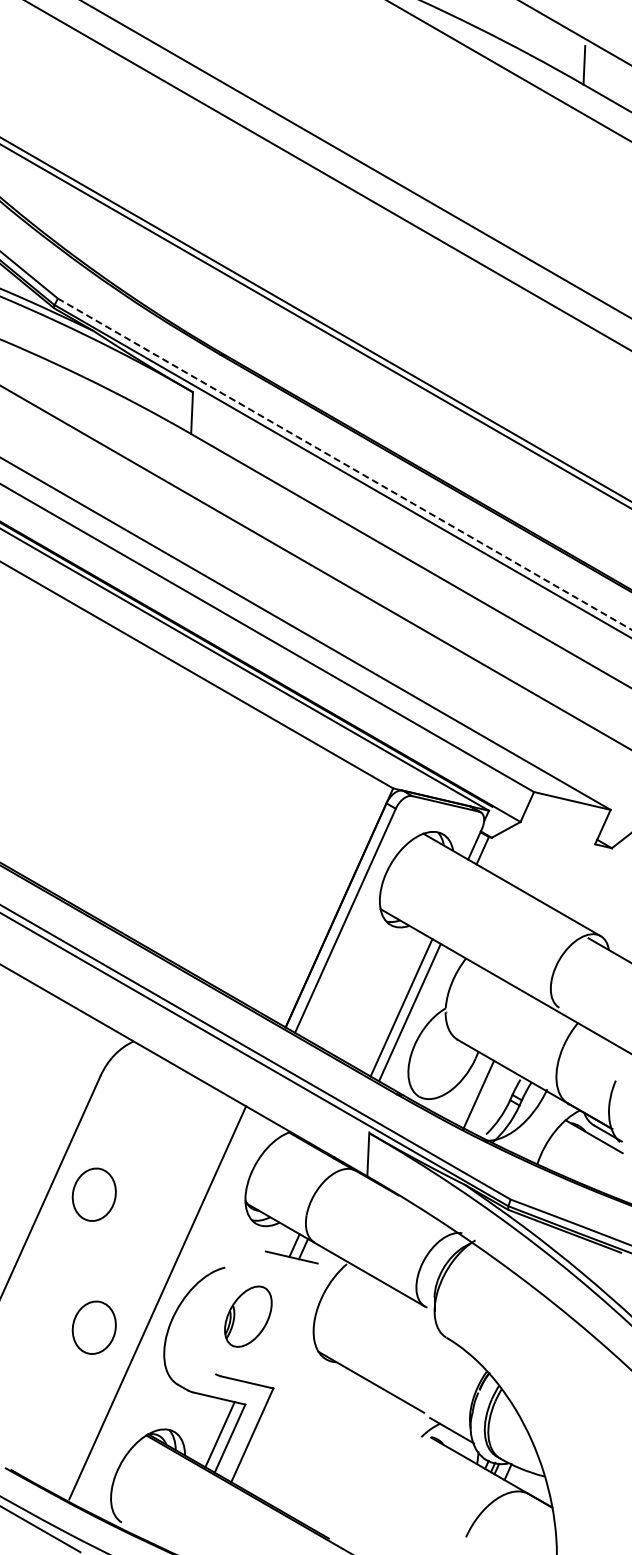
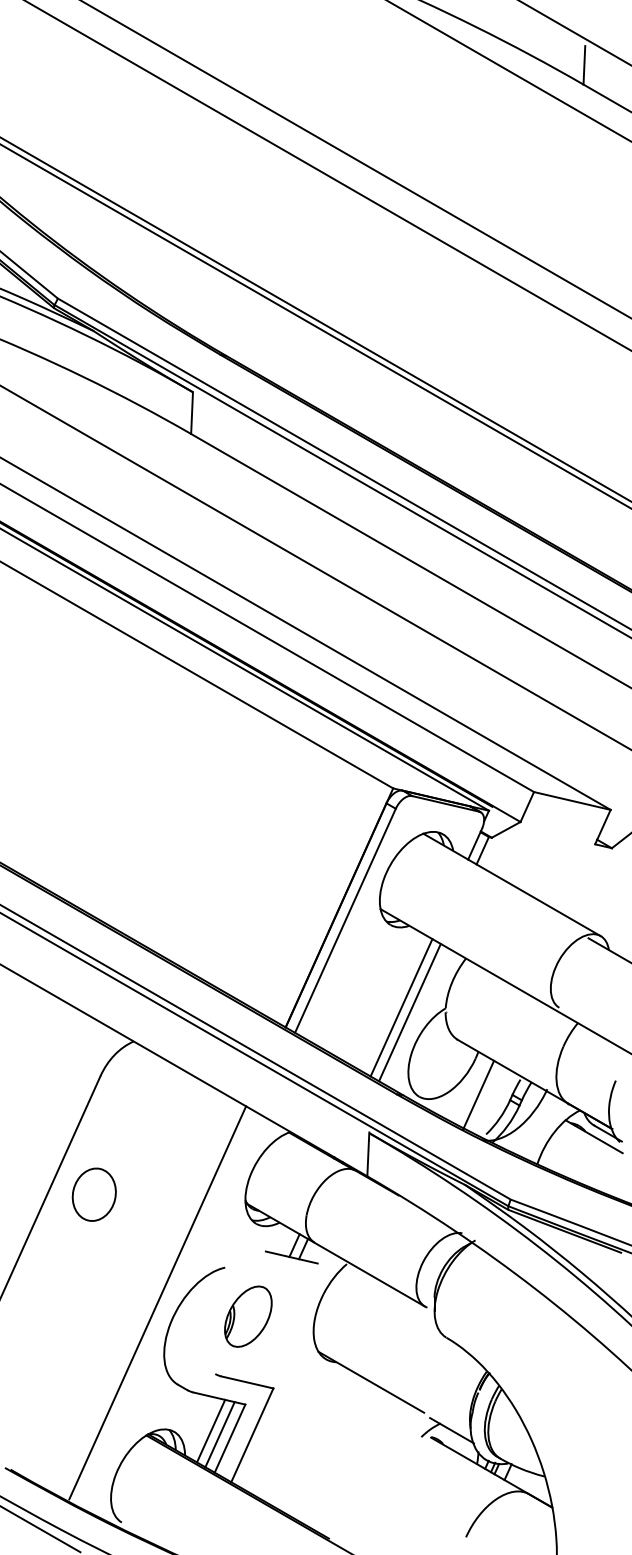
line at (345, 464): dashed -> solid
part at (93, 1327): present -> none
line at (211, 1430): none -> present
